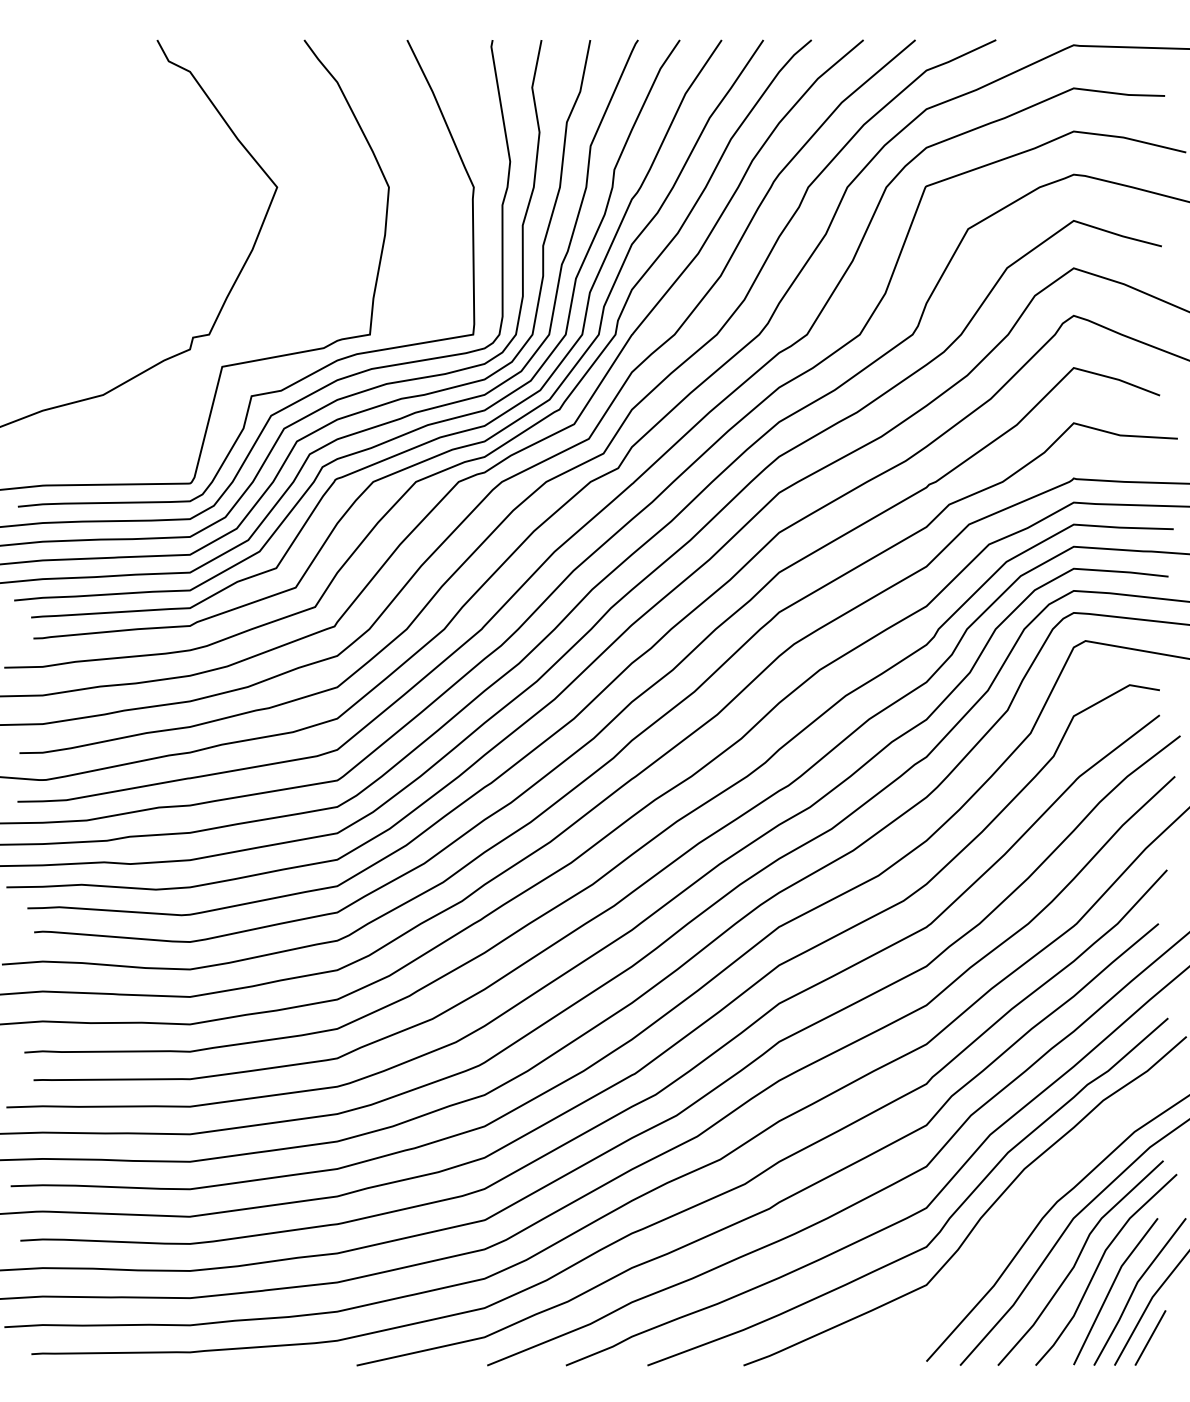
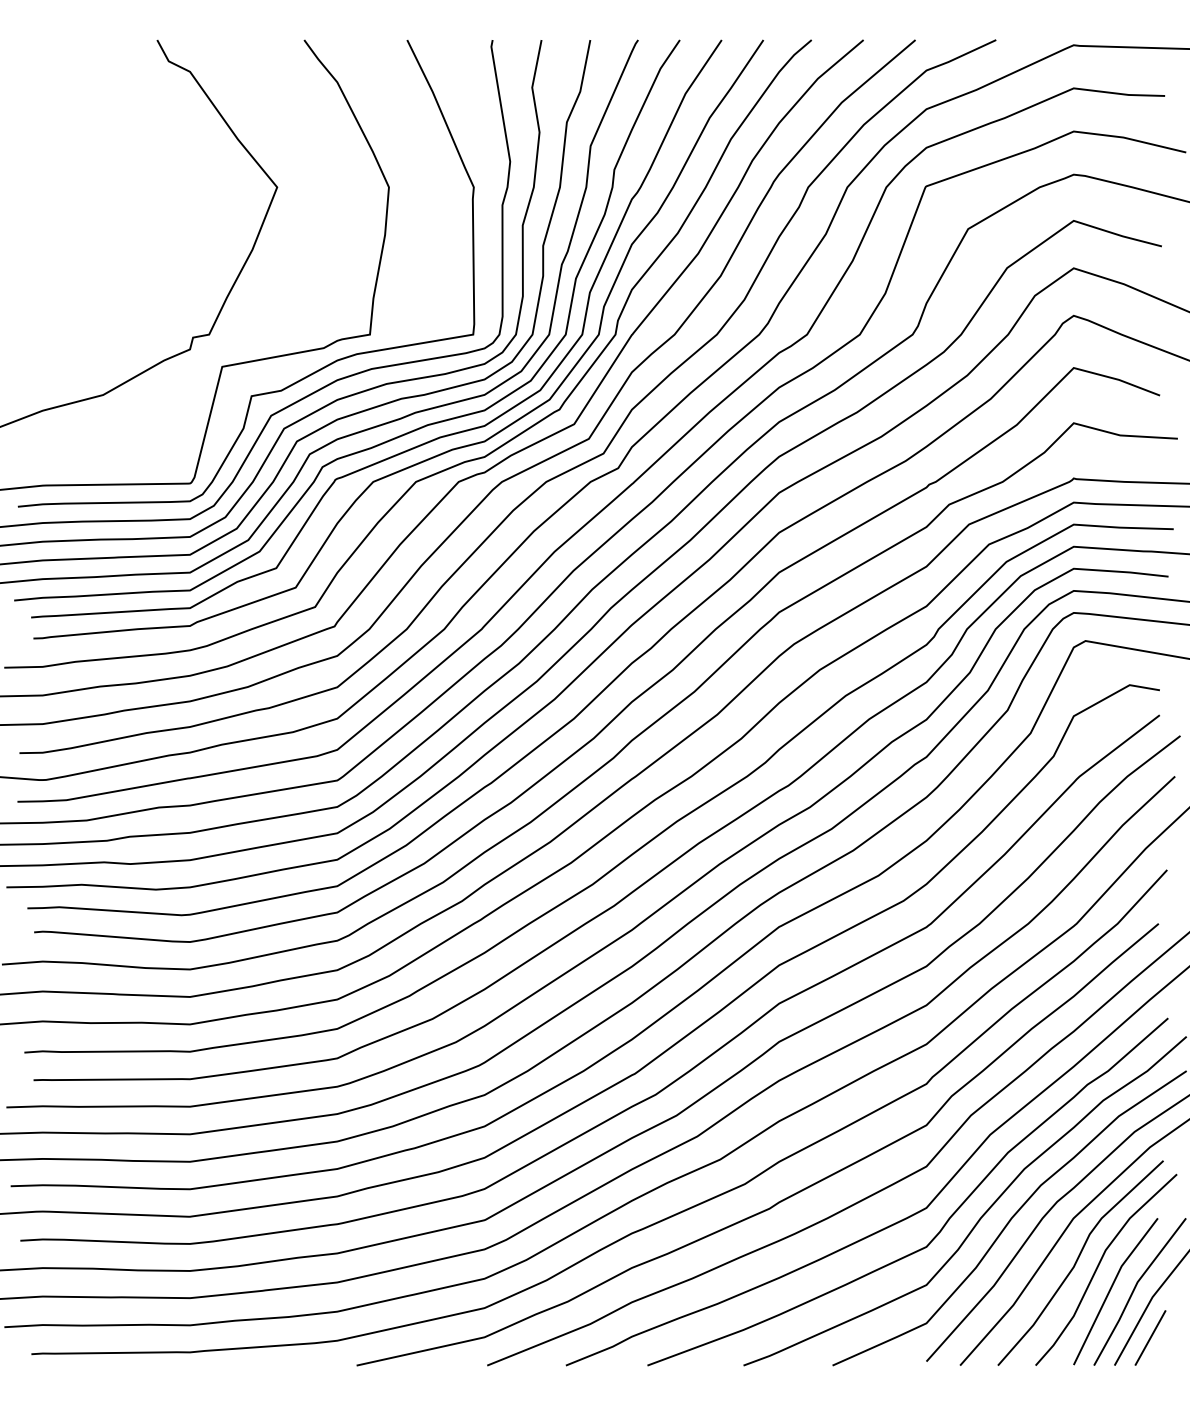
curve at (1010, 1218): none -> present
